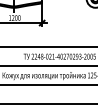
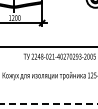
line at (48, 66): present -> none
line at (48, 84): present -> none
line at (49, 103): solid -> dashed
